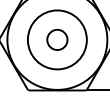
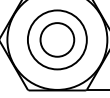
circle at (57, 39) diameter: 20 px -> 34 px
